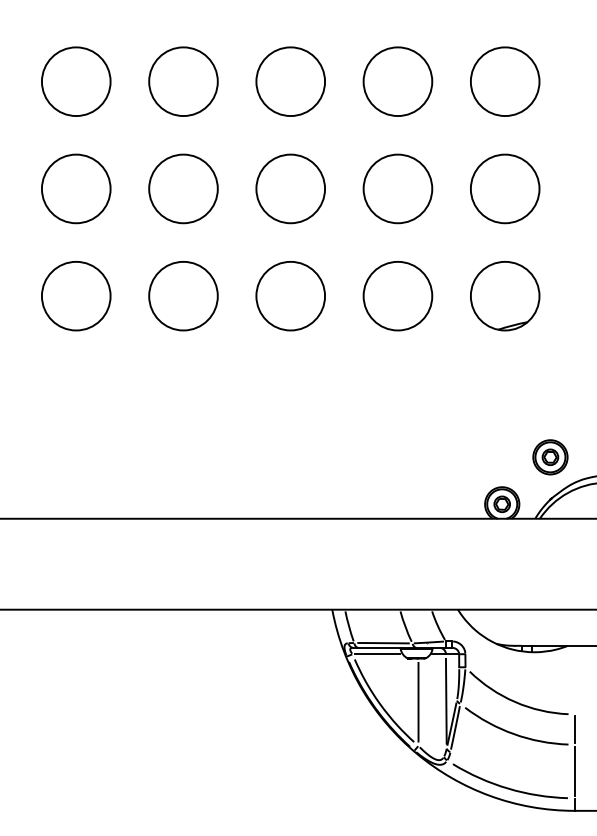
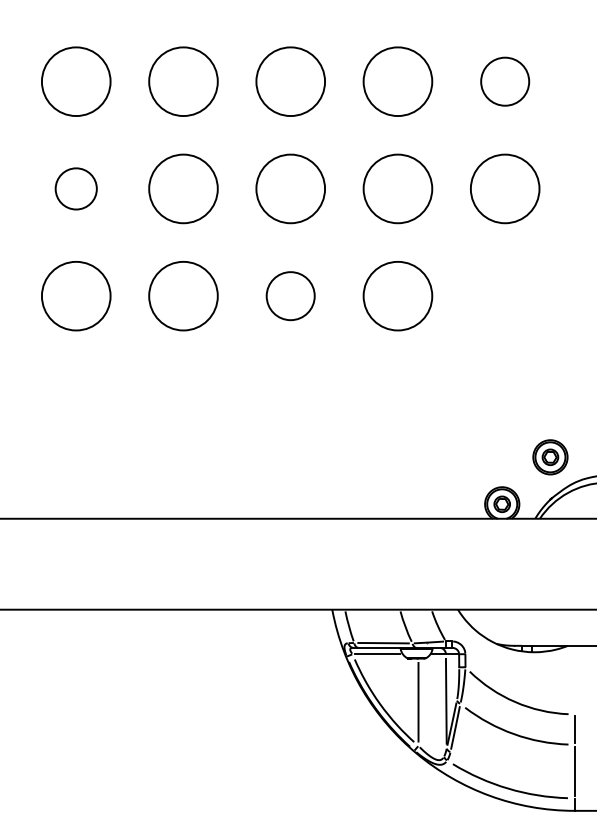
circle at (504, 81) diameter: 69 px -> 48 px
circle at (75, 188) diameter: 69 px -> 41 px
circle at (290, 295) diameter: 69 px -> 48 px
part at (505, 296): present -> none
